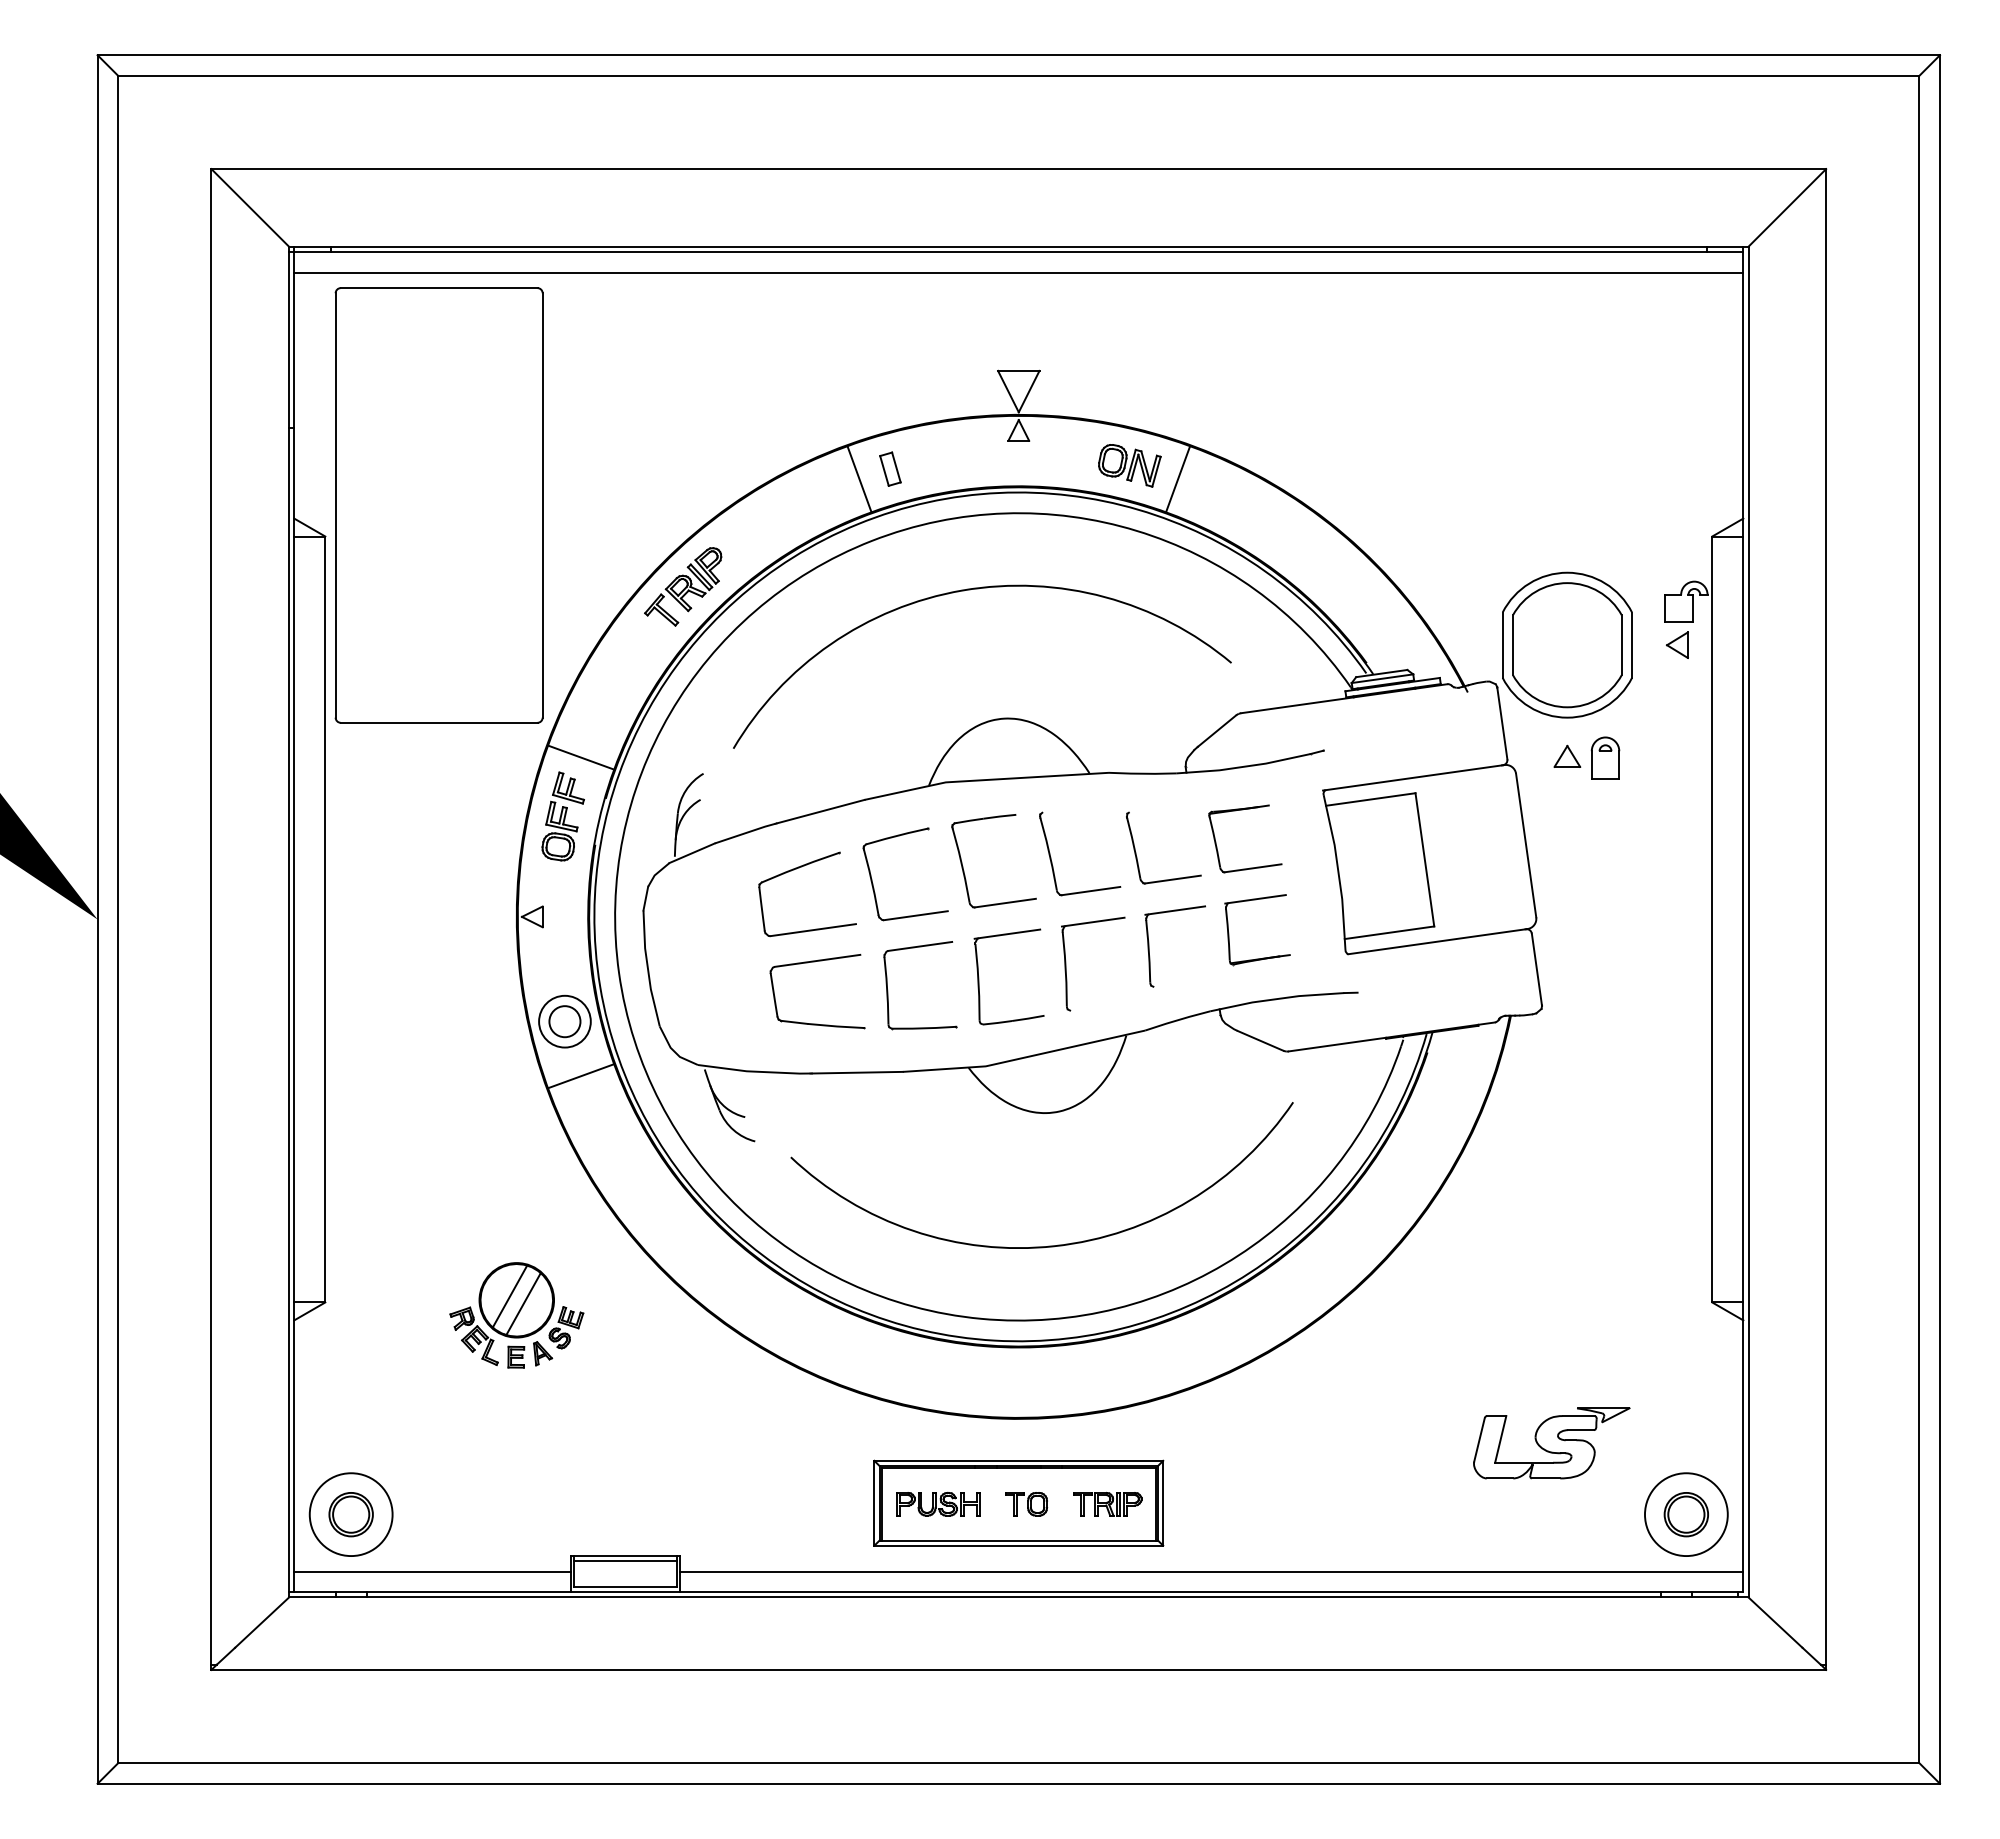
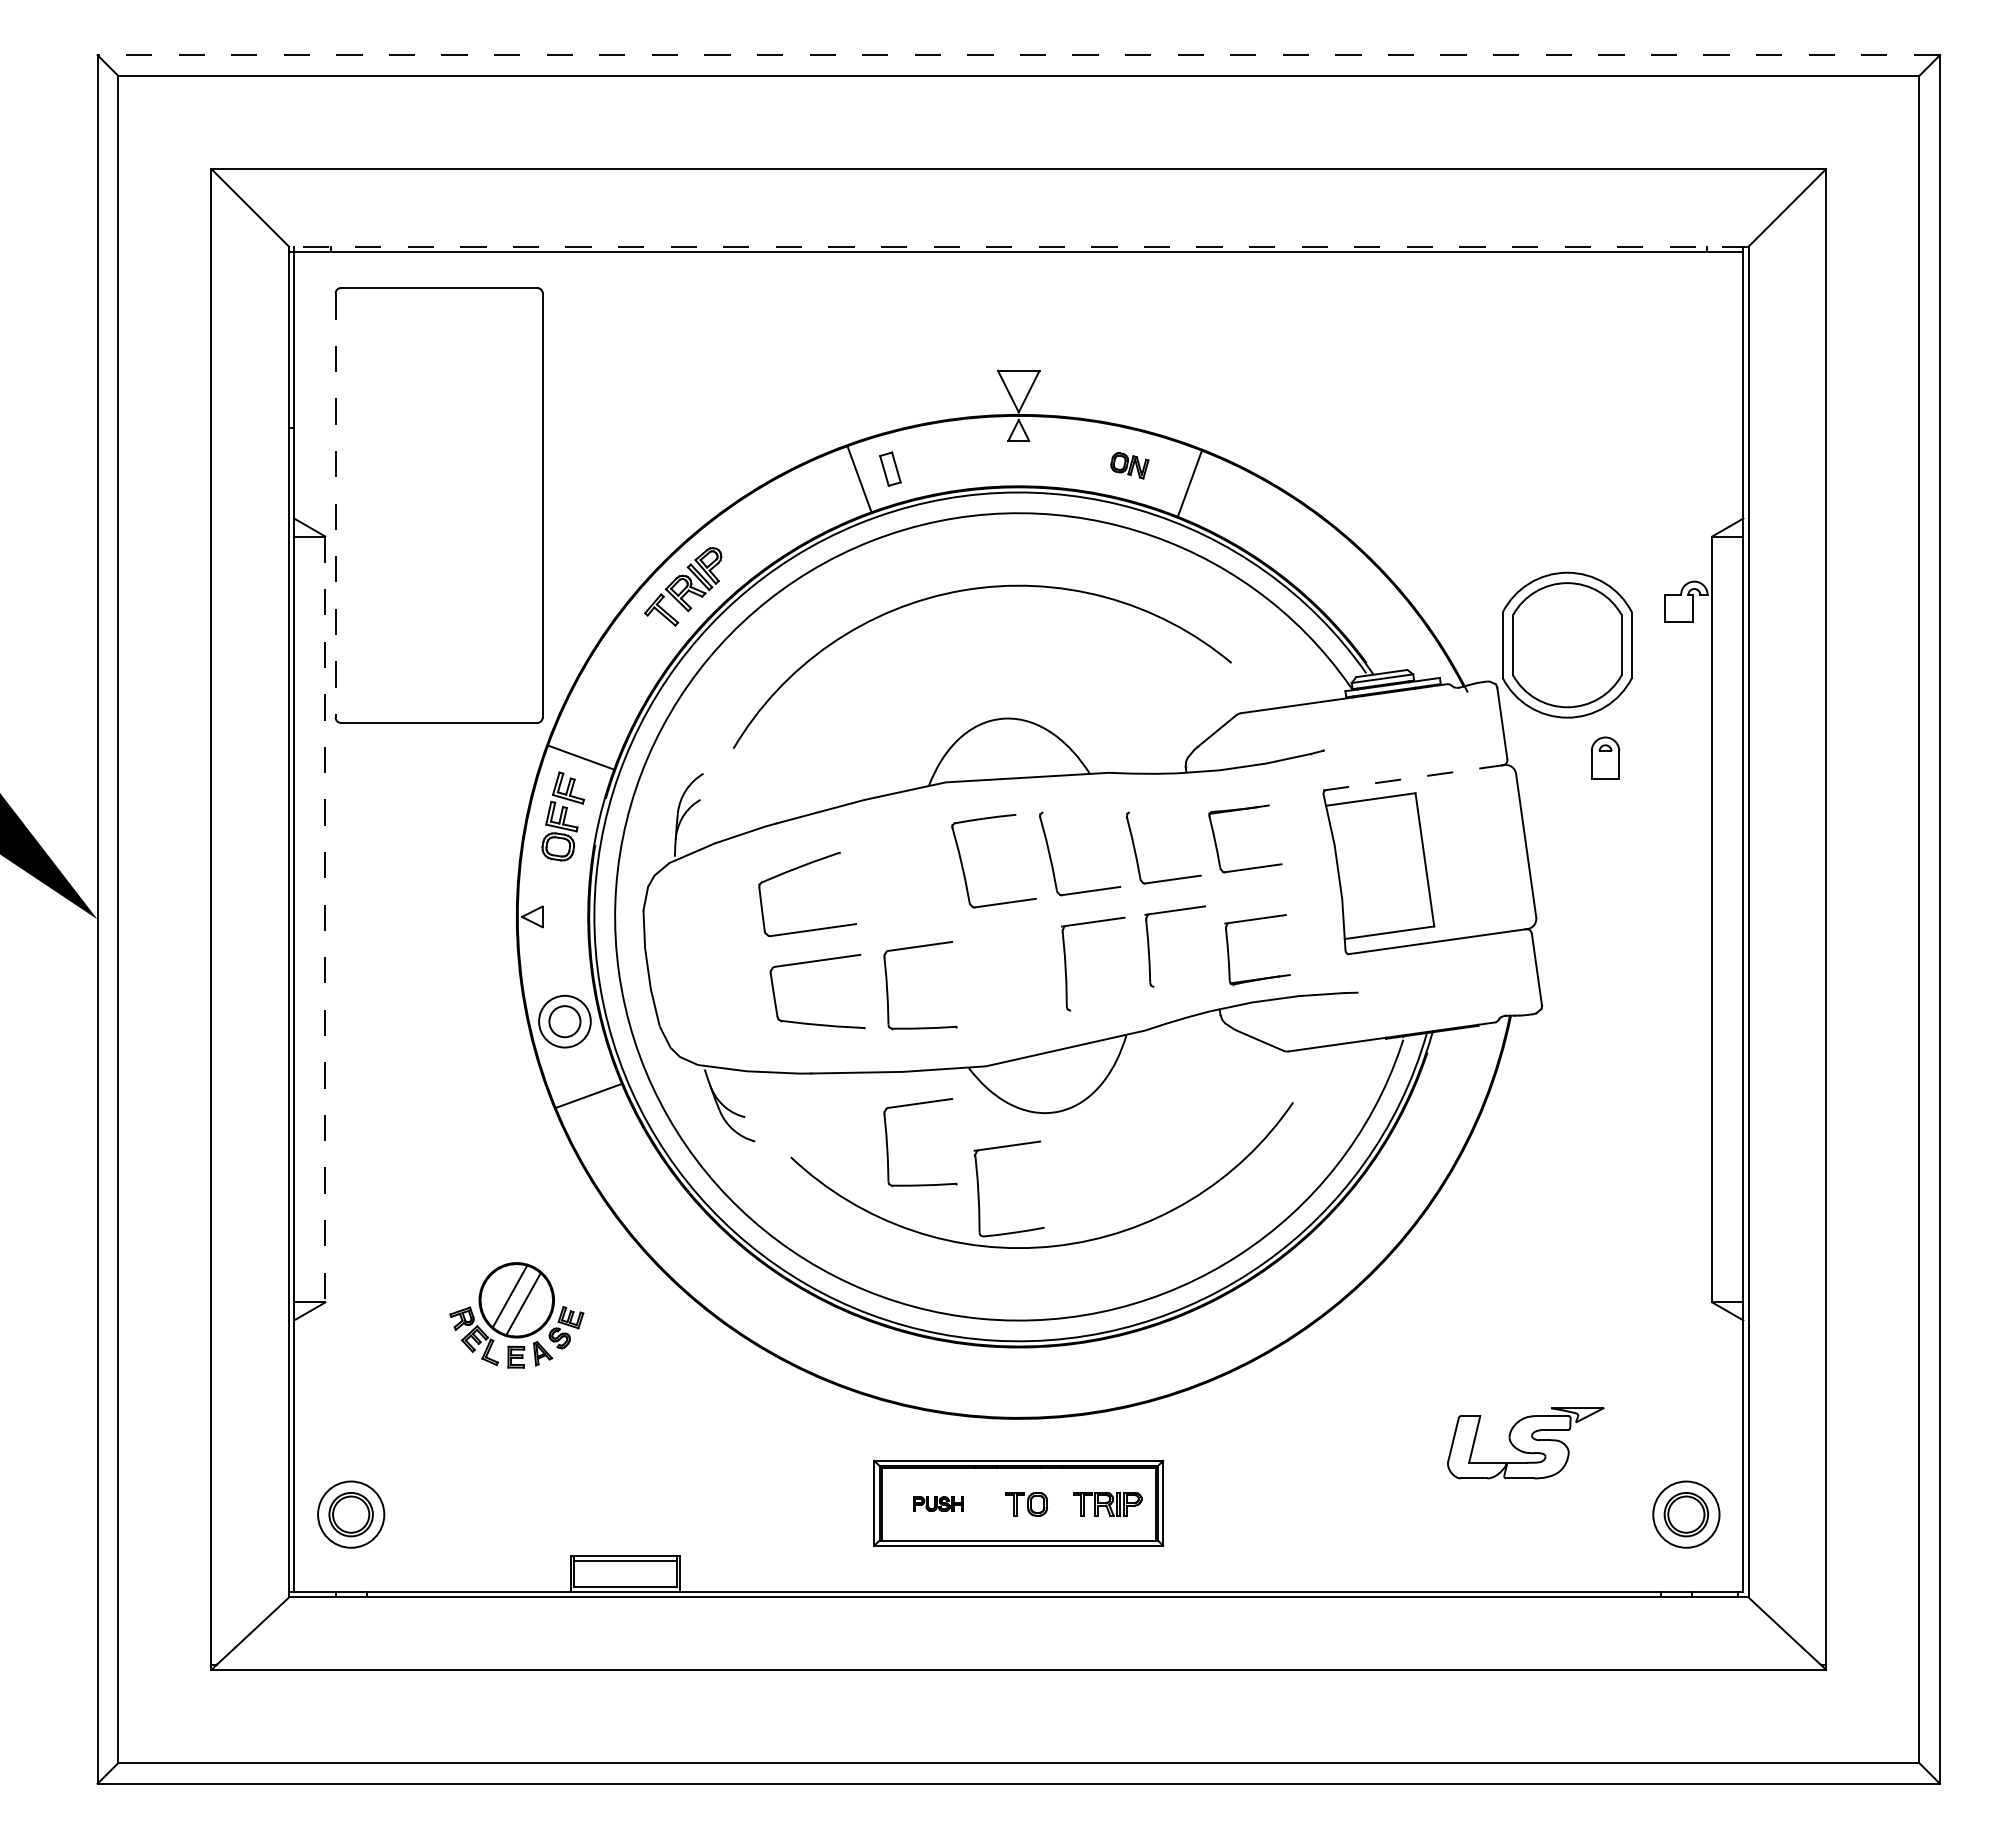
line at (1018, 55): solid -> dashed
line at (1018, 246): solid -> dashed
line at (1018, 272): present -> none
part at (1129, 465) size: 64x44 px -> 40x28 px
line at (1178, 479) position: (1178, 479) -> (1190, 483)
line at (335, 505): solid -> dashed
part at (1677, 644): present -> none
part at (1567, 755): present -> none
line at (1413, 777): solid -> dashed
part at (873, 883): present -> none
line at (325, 919): solid -> dashed
part at (1262, 957) position: (1262, 957) -> (1262, 977)
part at (979, 977) position: (979, 977) -> (979, 1189)
line at (581, 1076) position: (581, 1076) -> (588, 1096)
part at (888, 1147): none -> present
part at (1551, 1443) position: (1551, 1443) -> (1525, 1443)
part at (938, 1503) size: 85x26 px -> 51x16 px
circle at (350, 1514) diameter: 83 px -> 66 px
circle at (1685, 1514) diameter: 83 px -> 66 px
line at (432, 1571): present -> none
line at (1211, 1571): present -> none
